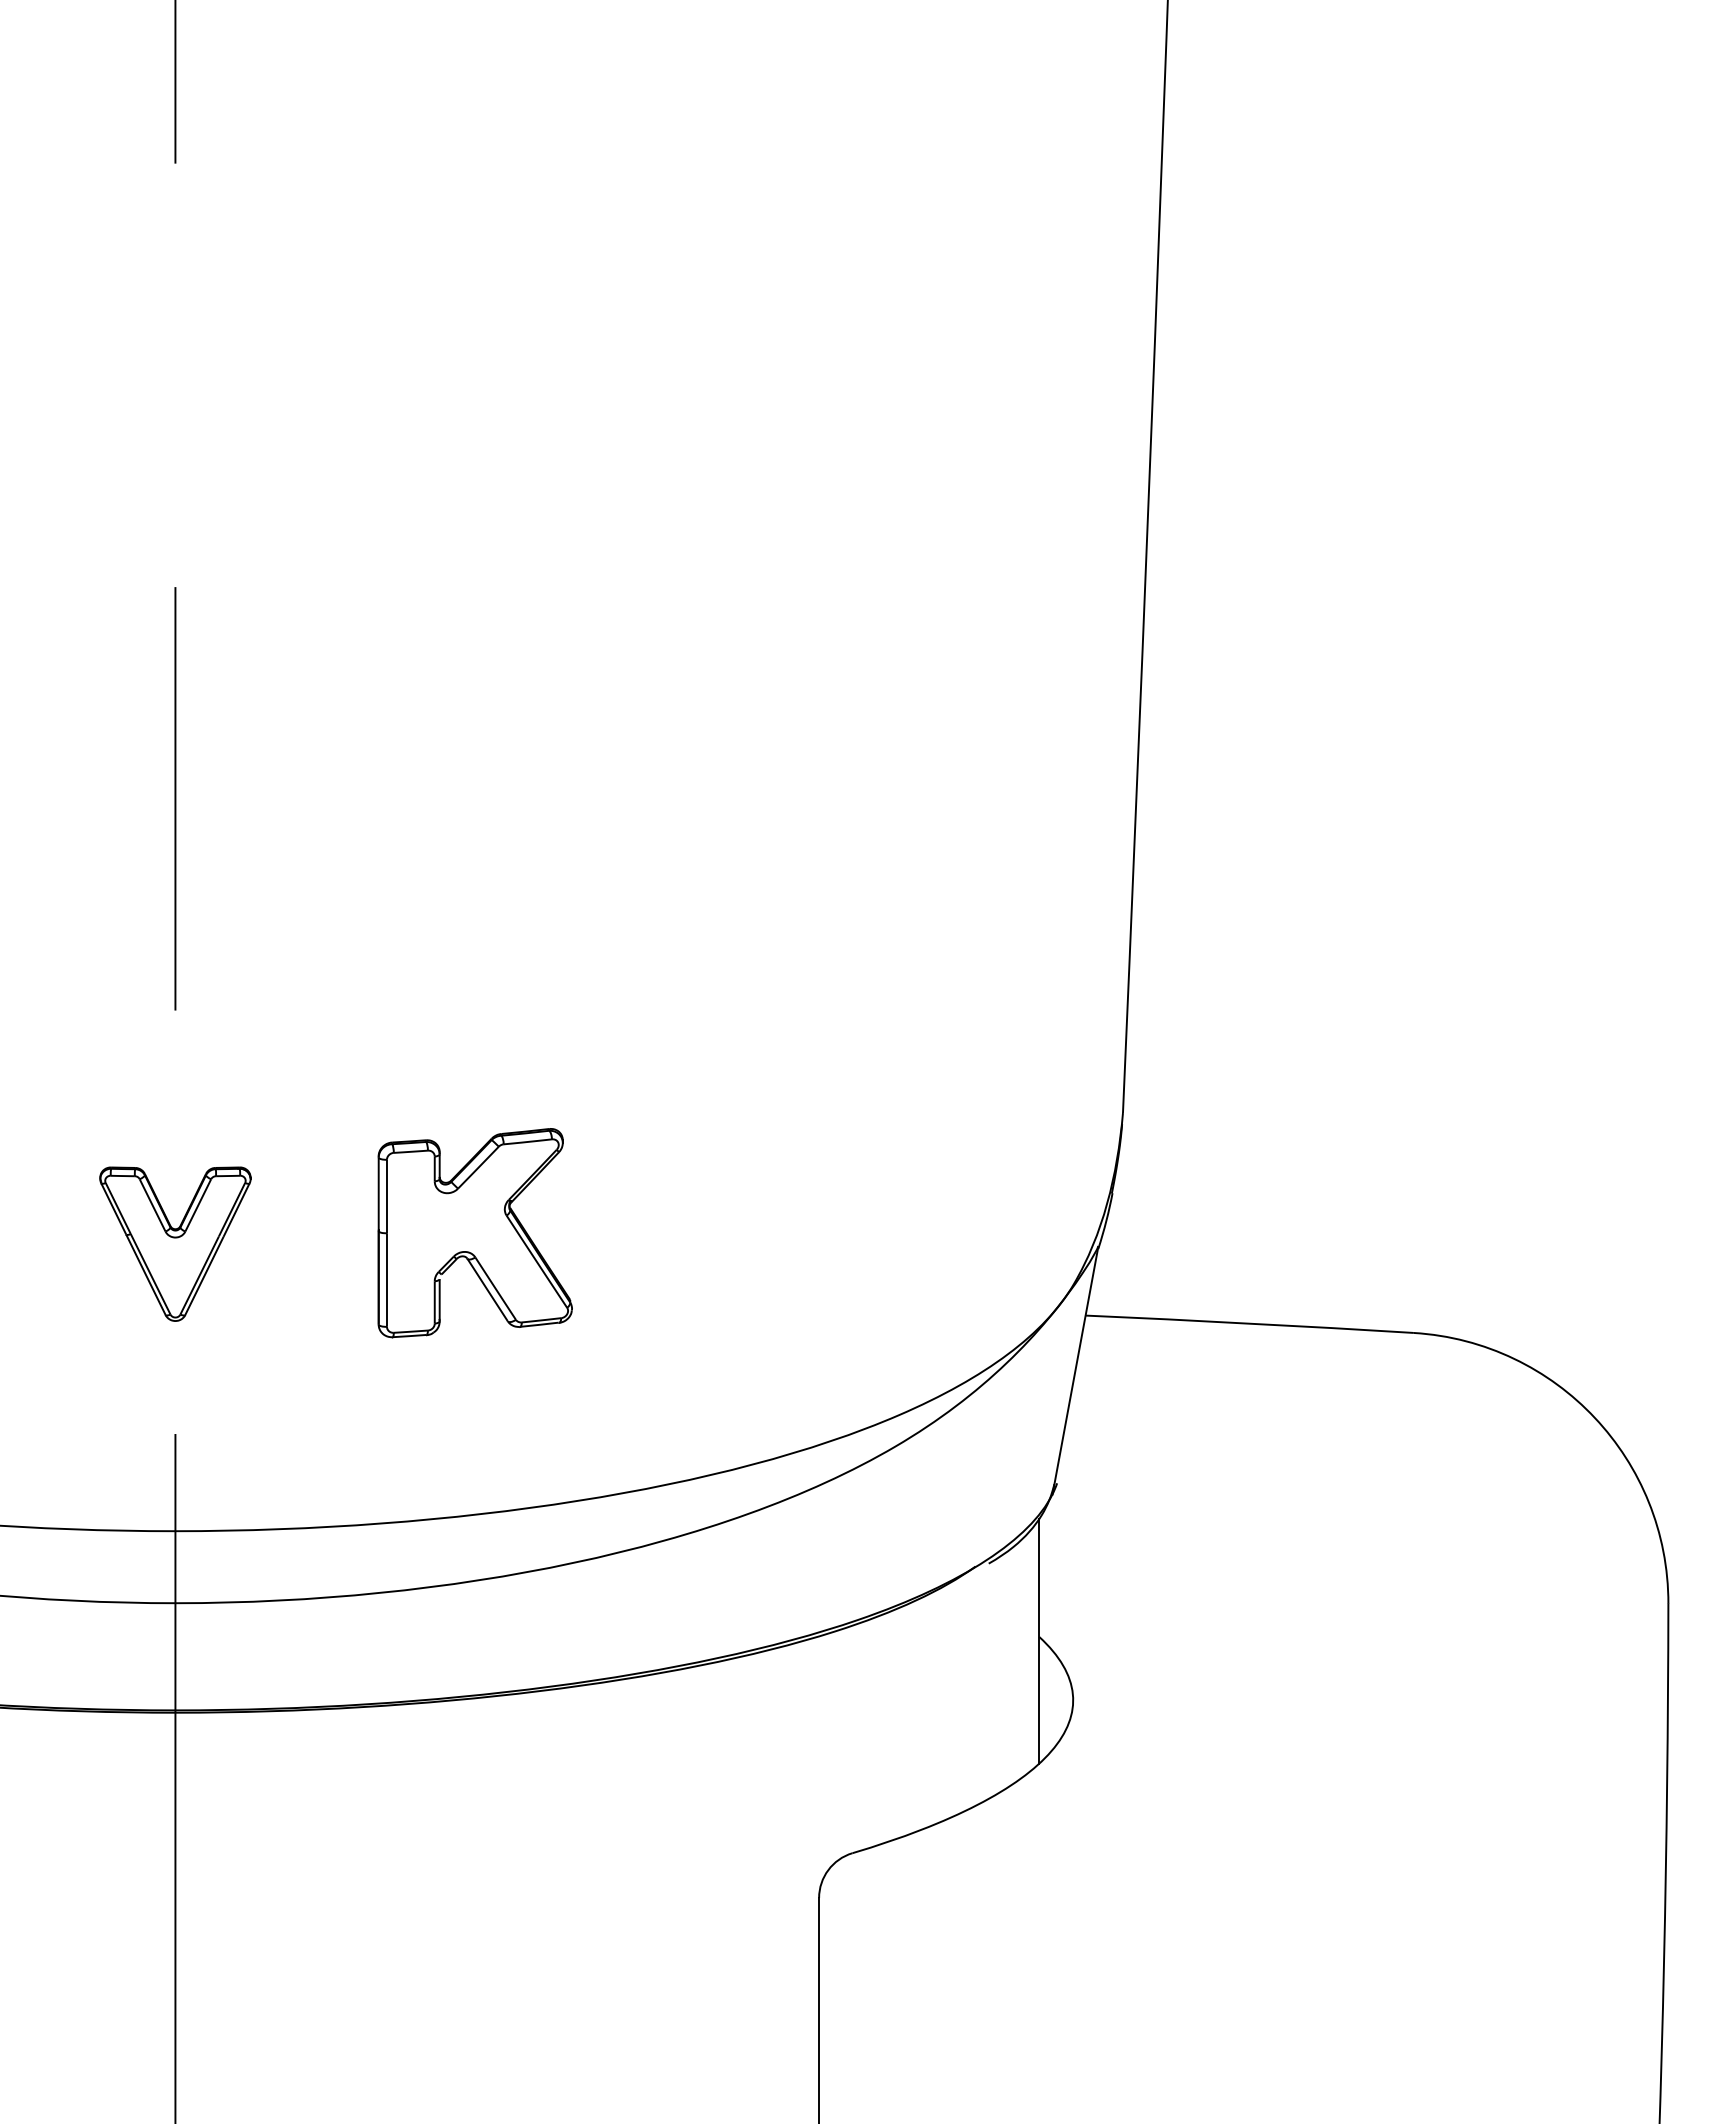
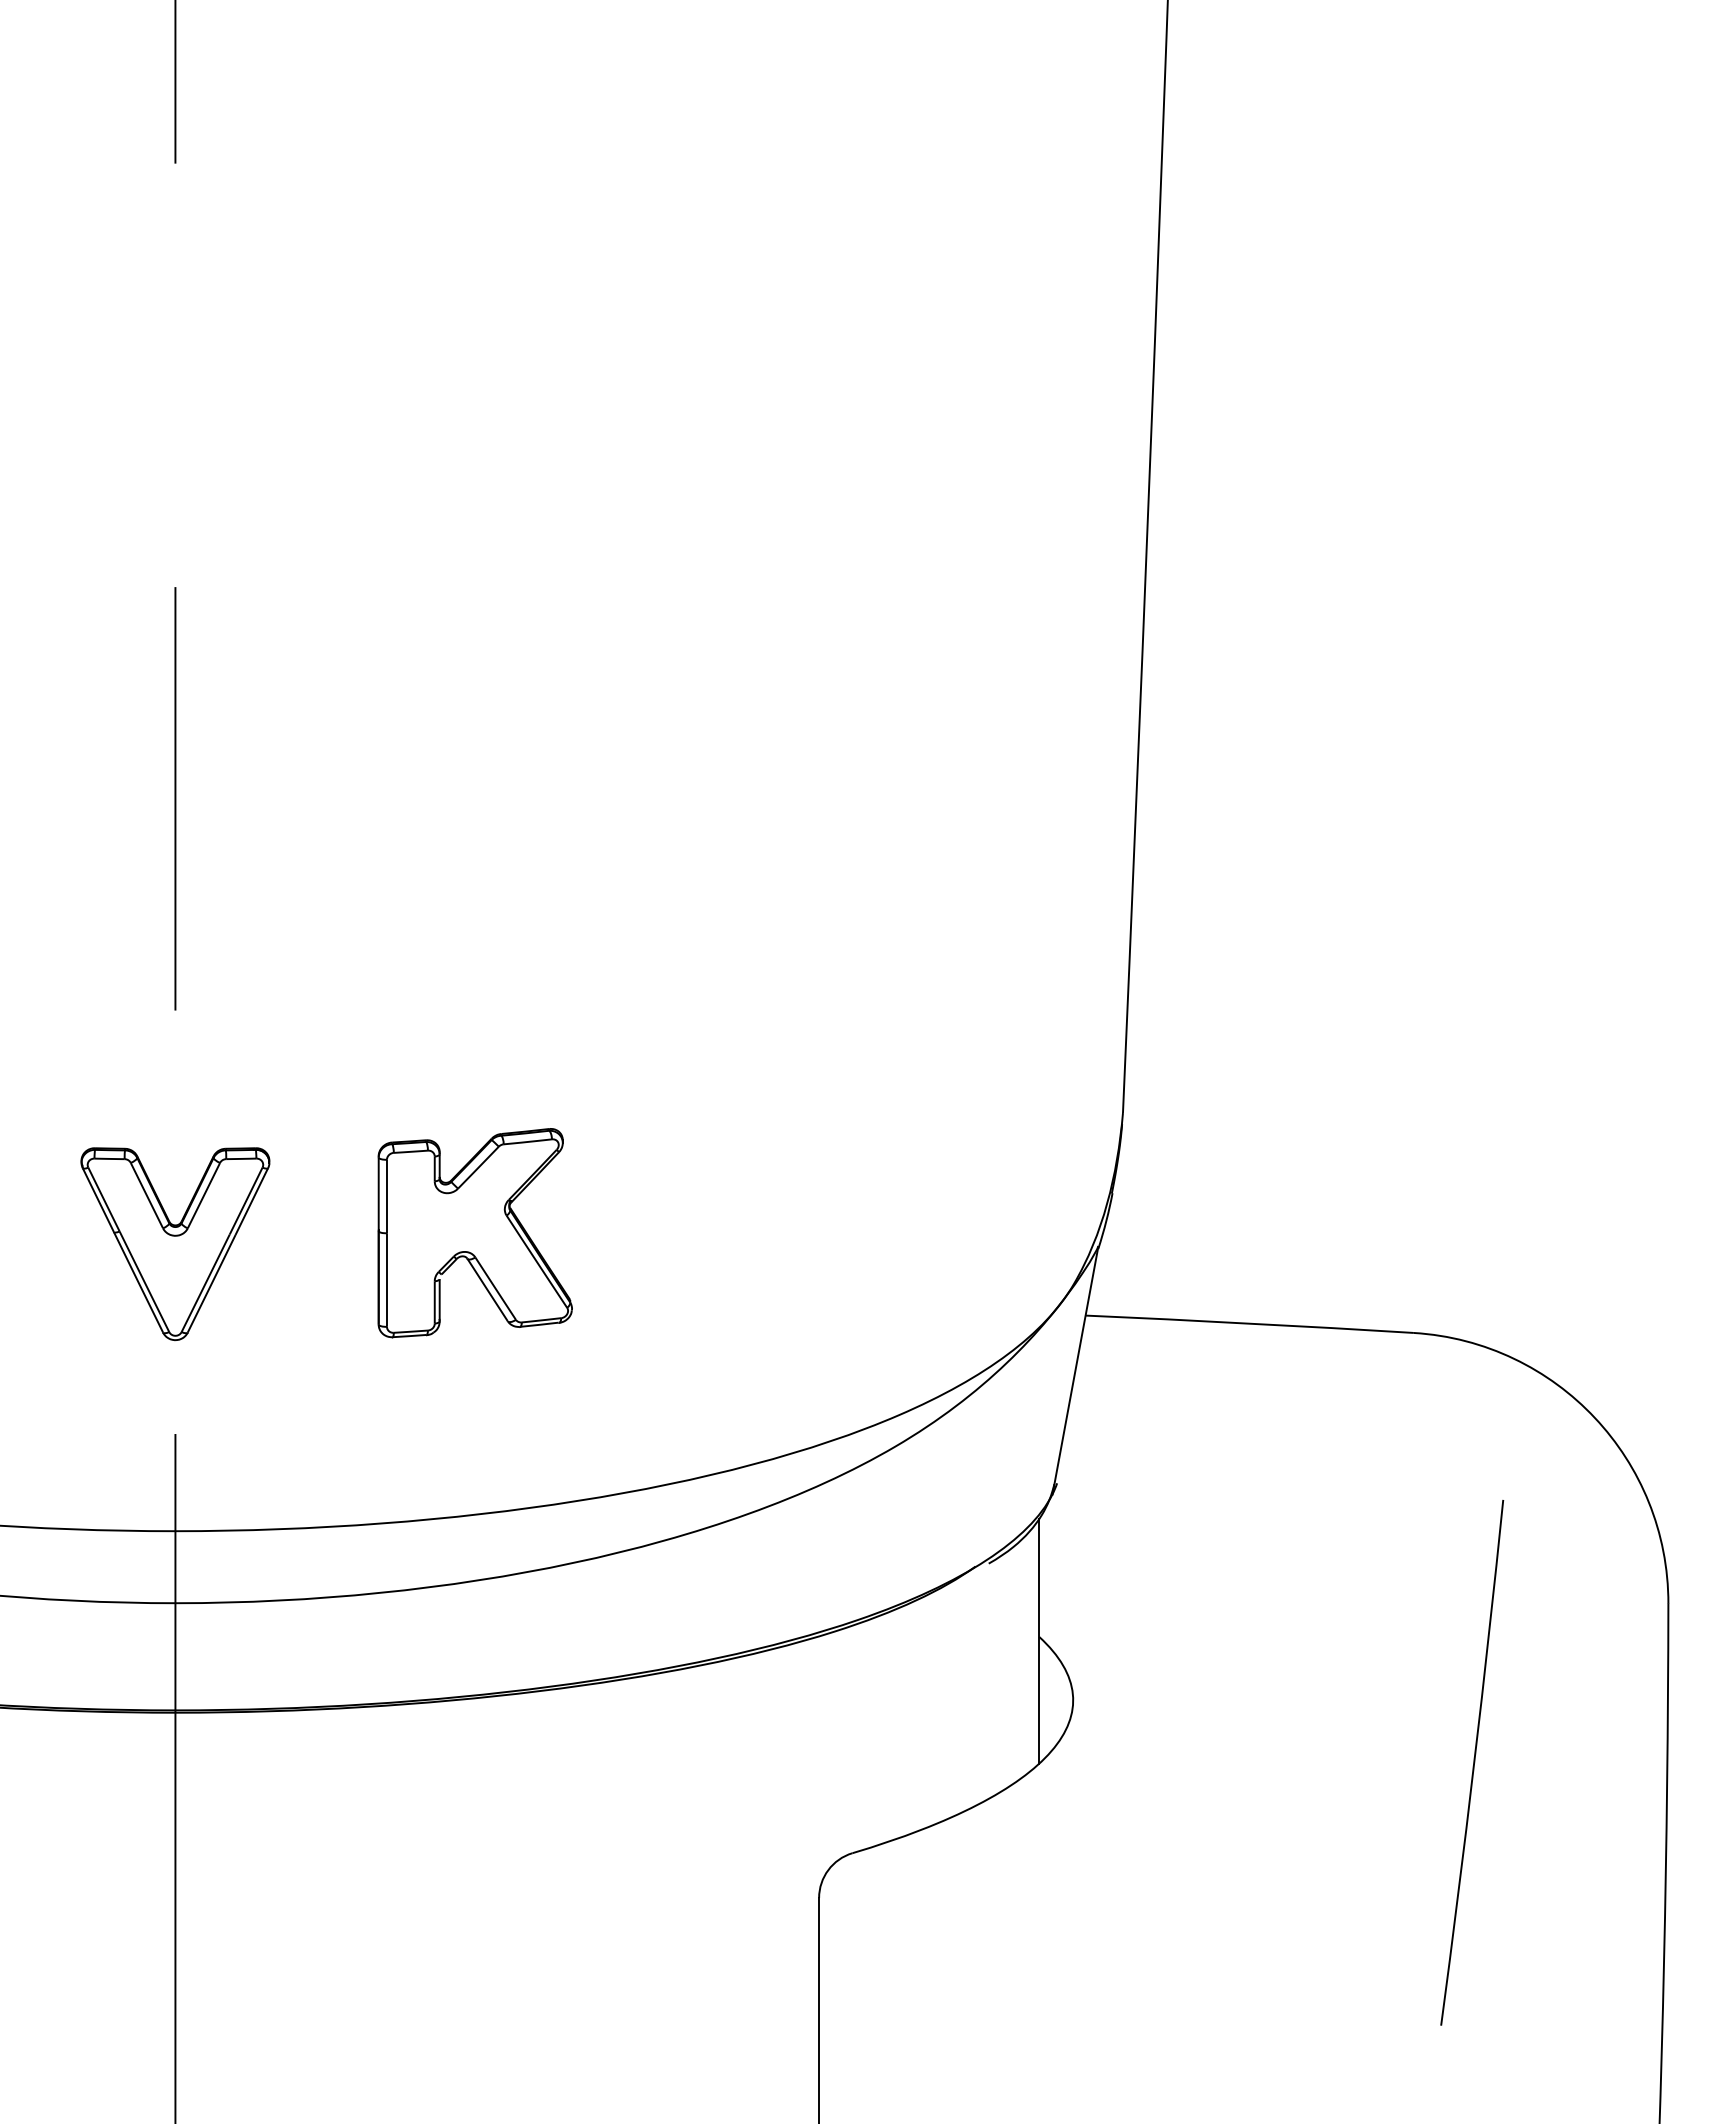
part at (175, 1243) size: 153x156 px -> 191x195 px
arc at (1473, 1762): none -> present
